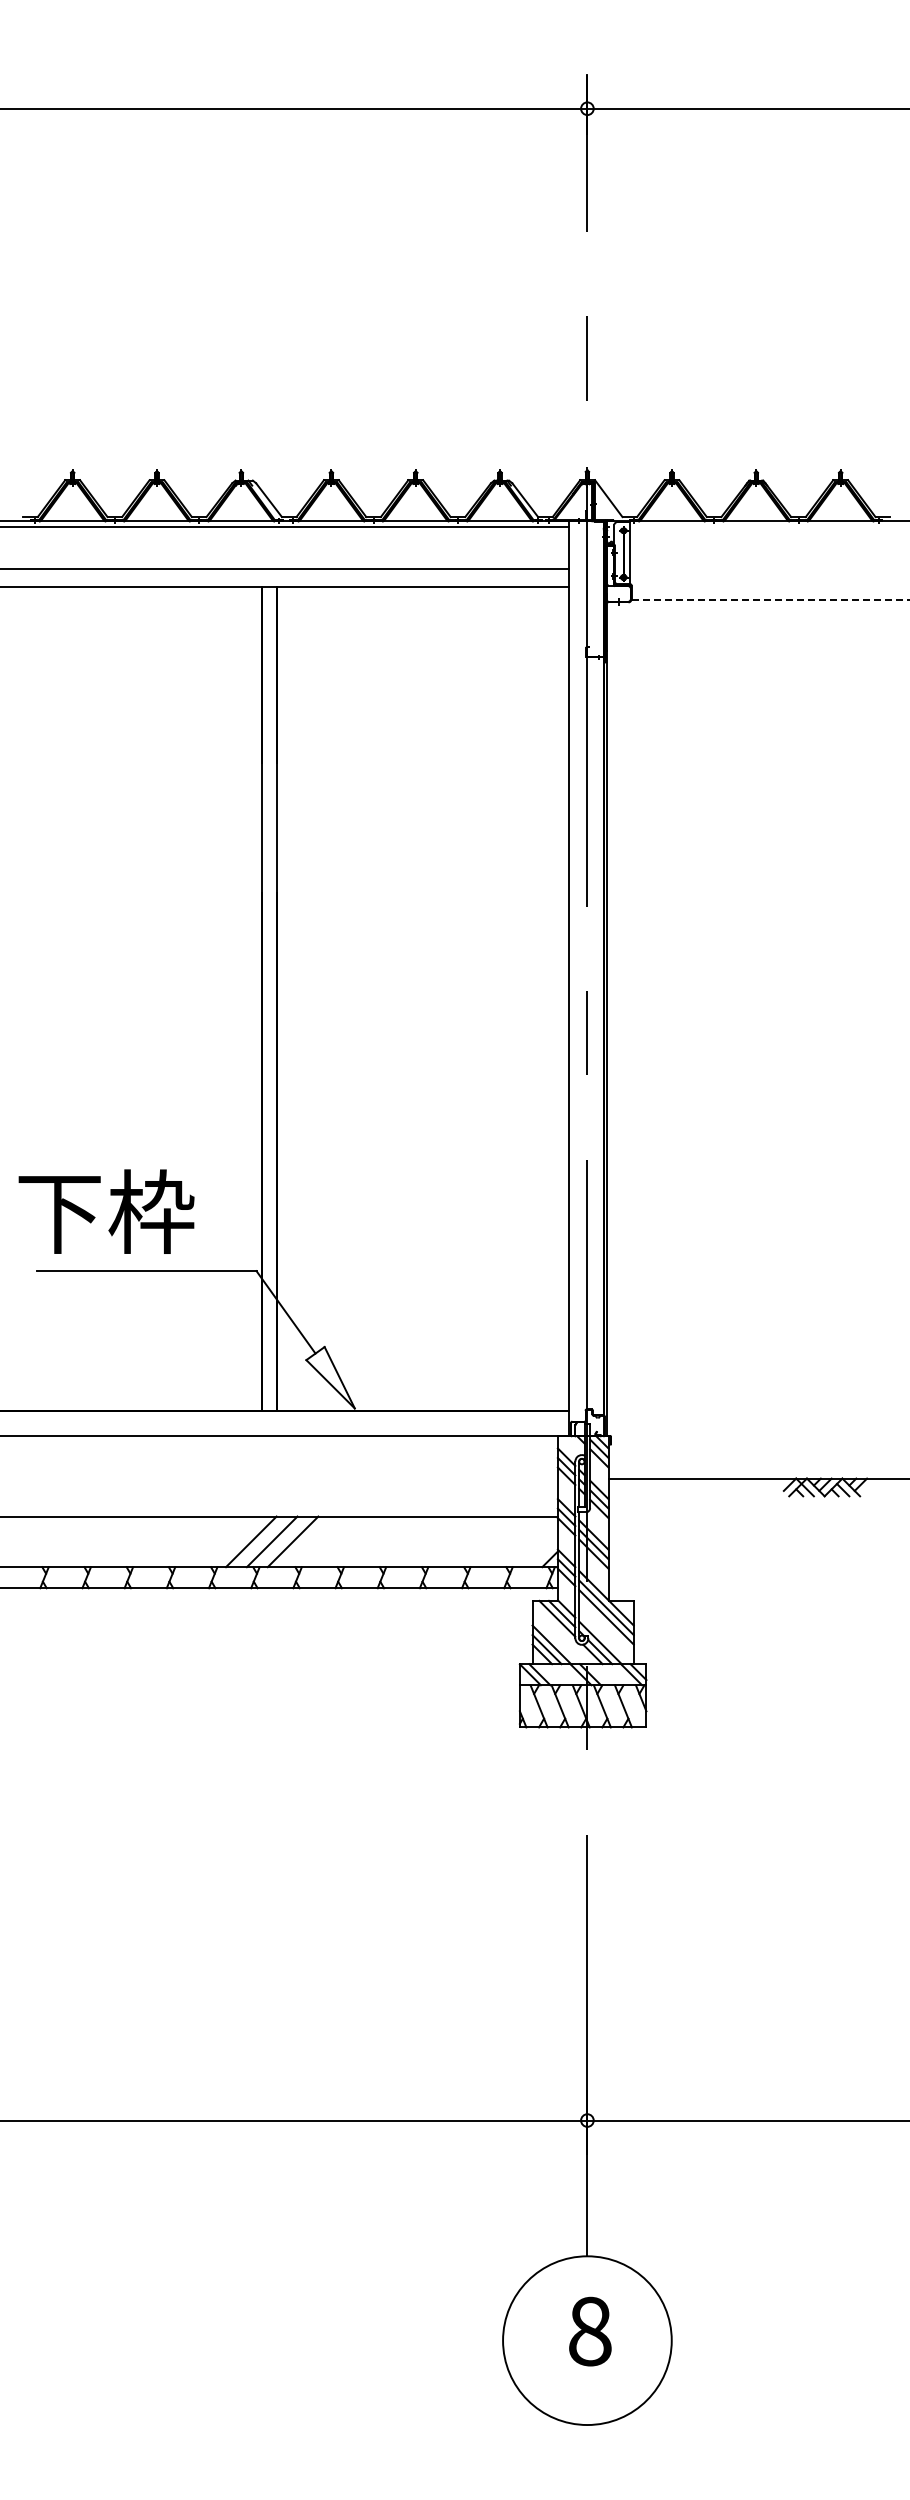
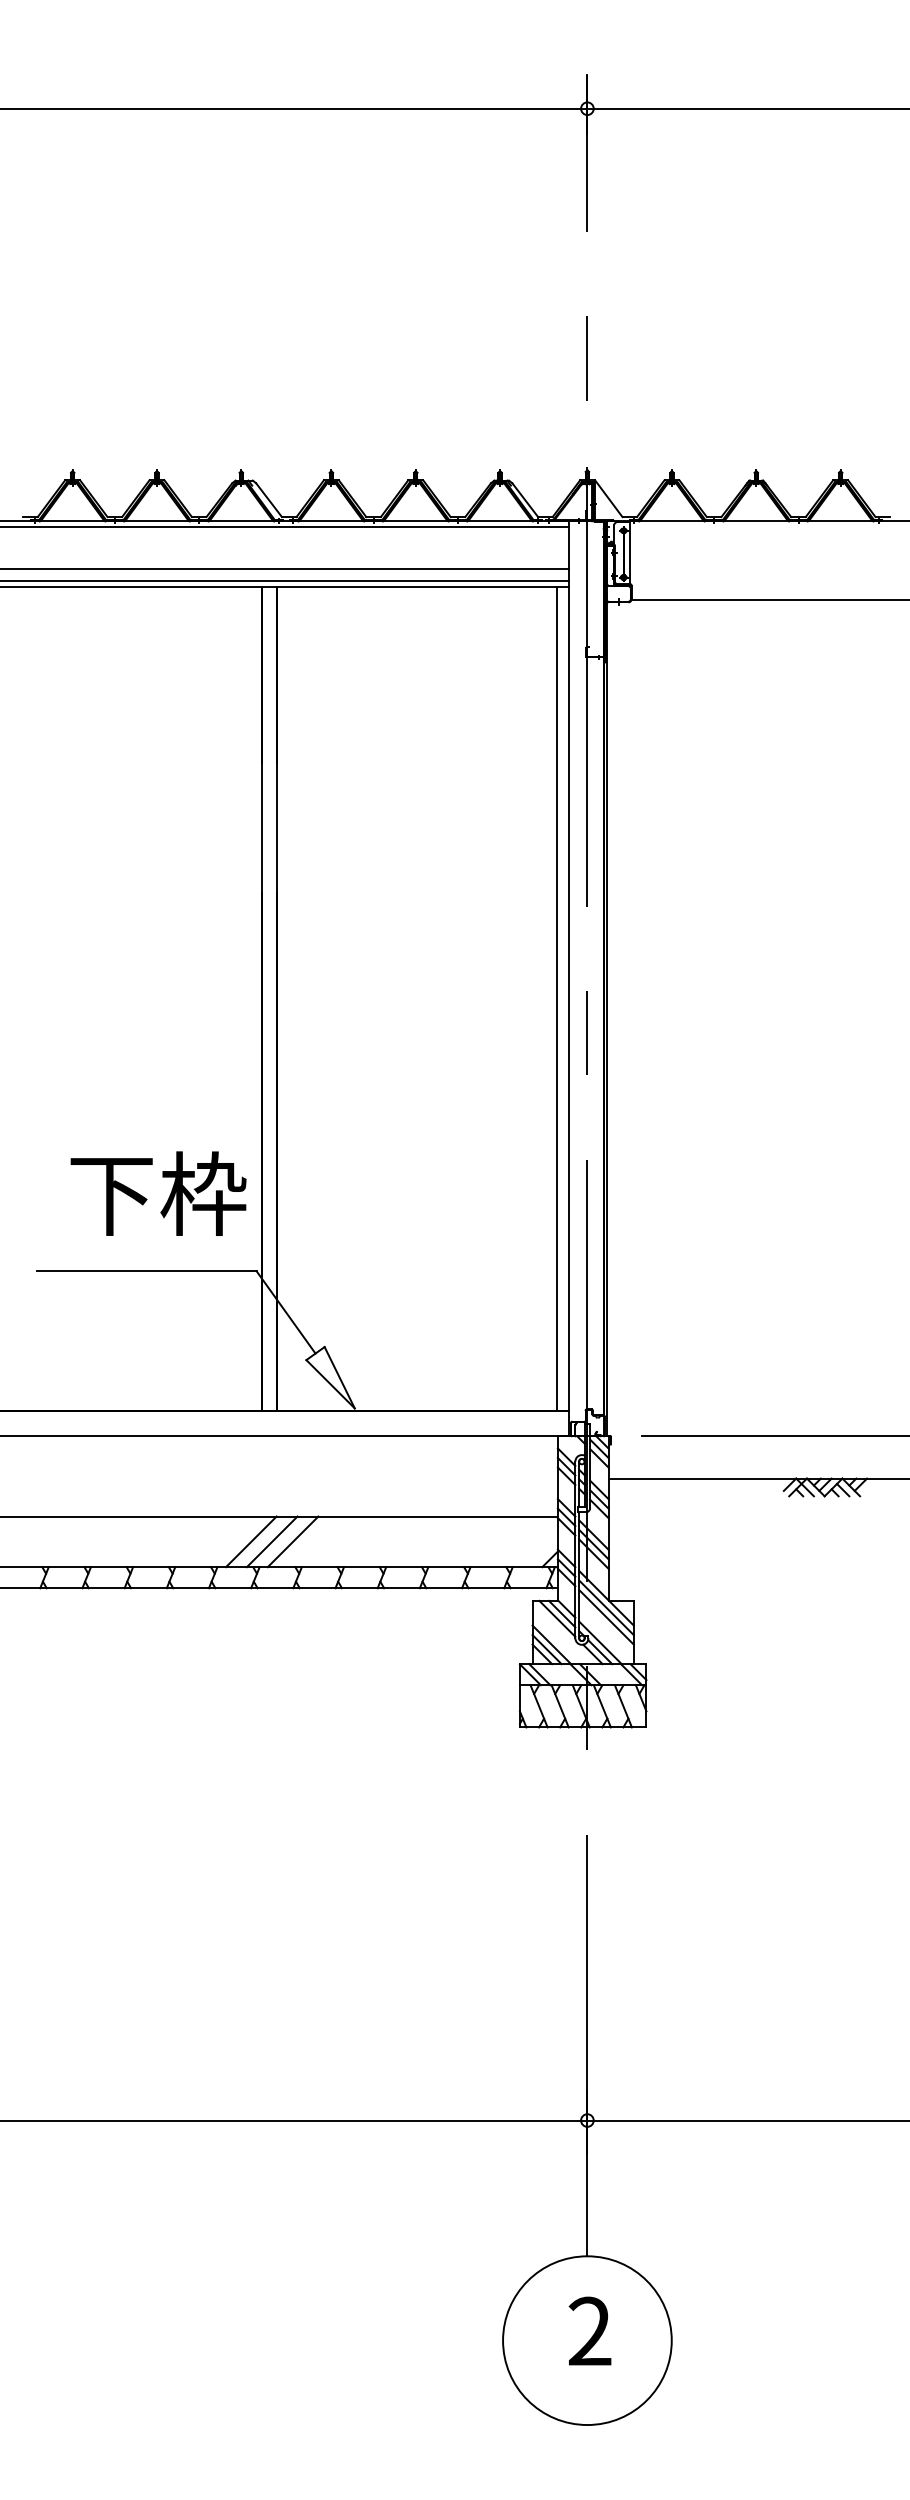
line at (285, 580): none -> present
line at (770, 600): dashed -> solid
line at (556, 999): none -> present
text at (106, 1211) position: (106, 1211) -> (158, 1193)
line at (774, 1436): none -> present
text at (589, 2331): 8 -> 2
